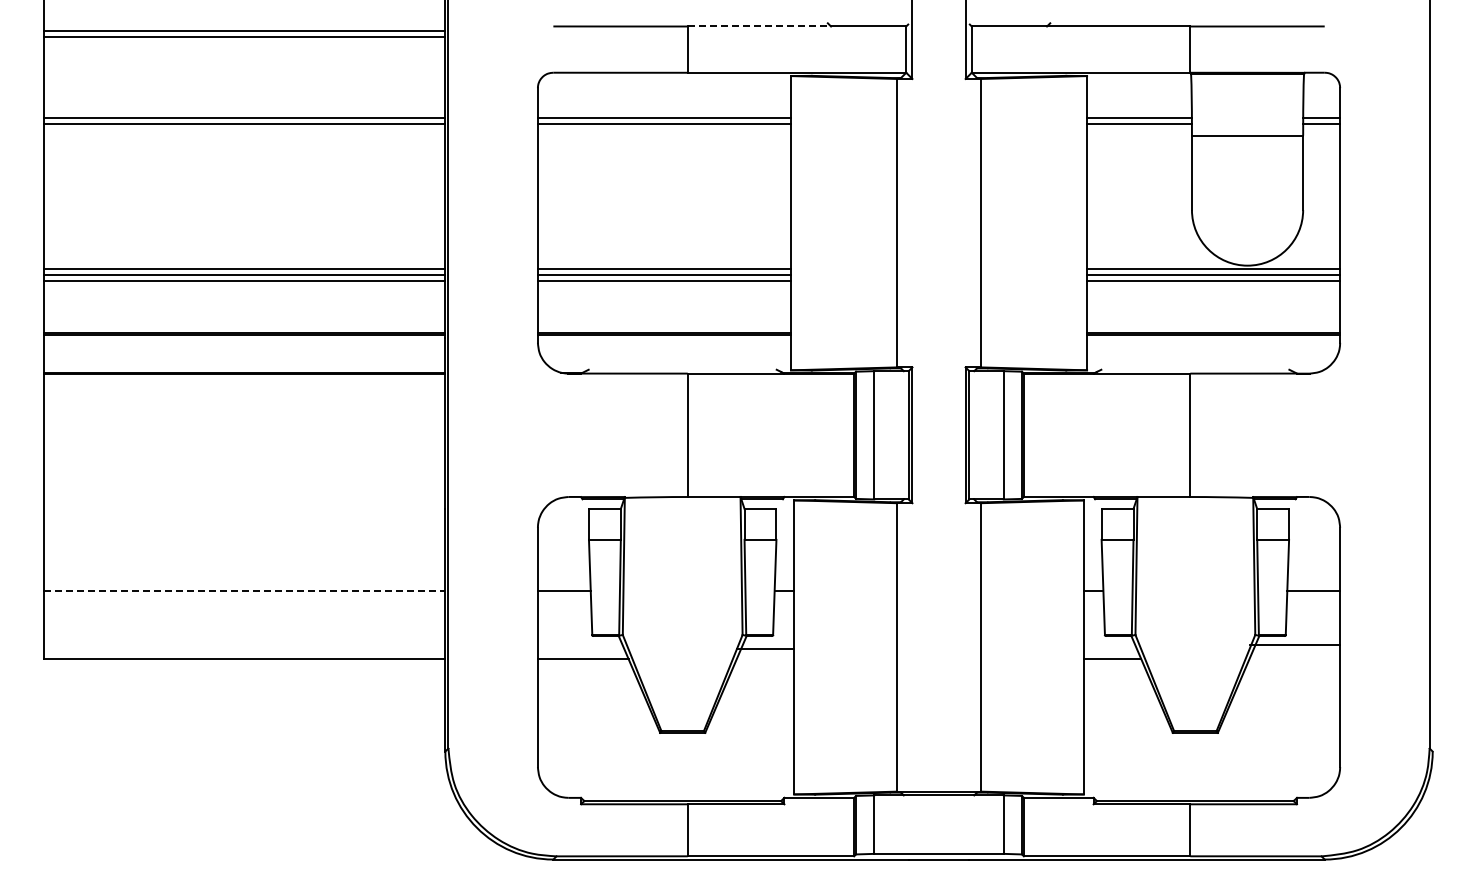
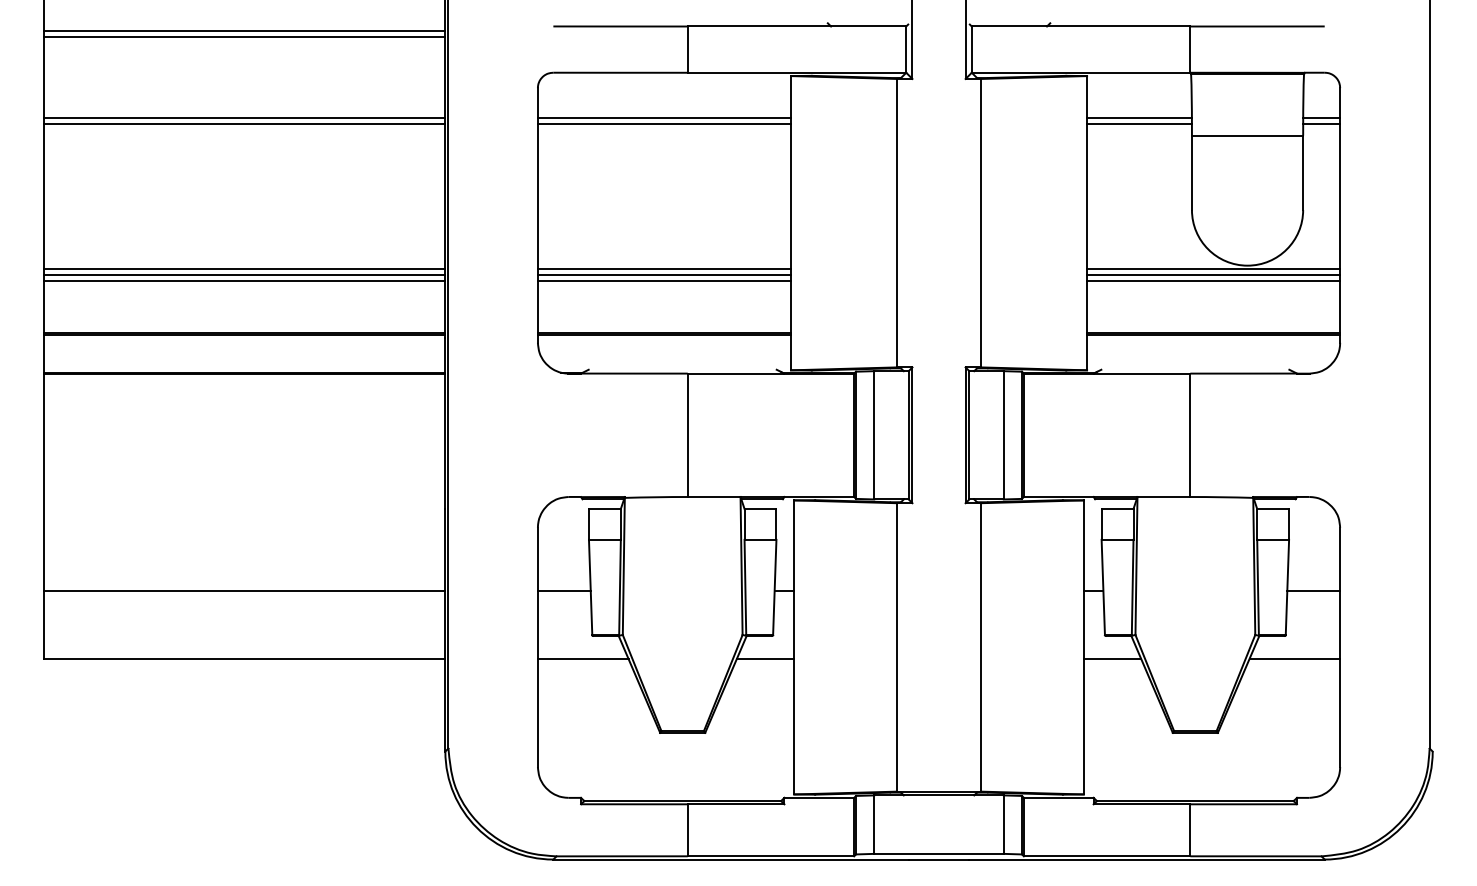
line at (759, 26): dashed -> solid
line at (244, 591): dashed -> solid
line at (1294, 644) position: (1294, 644) -> (1294, 658)
line at (765, 648) position: (765, 648) -> (765, 658)
